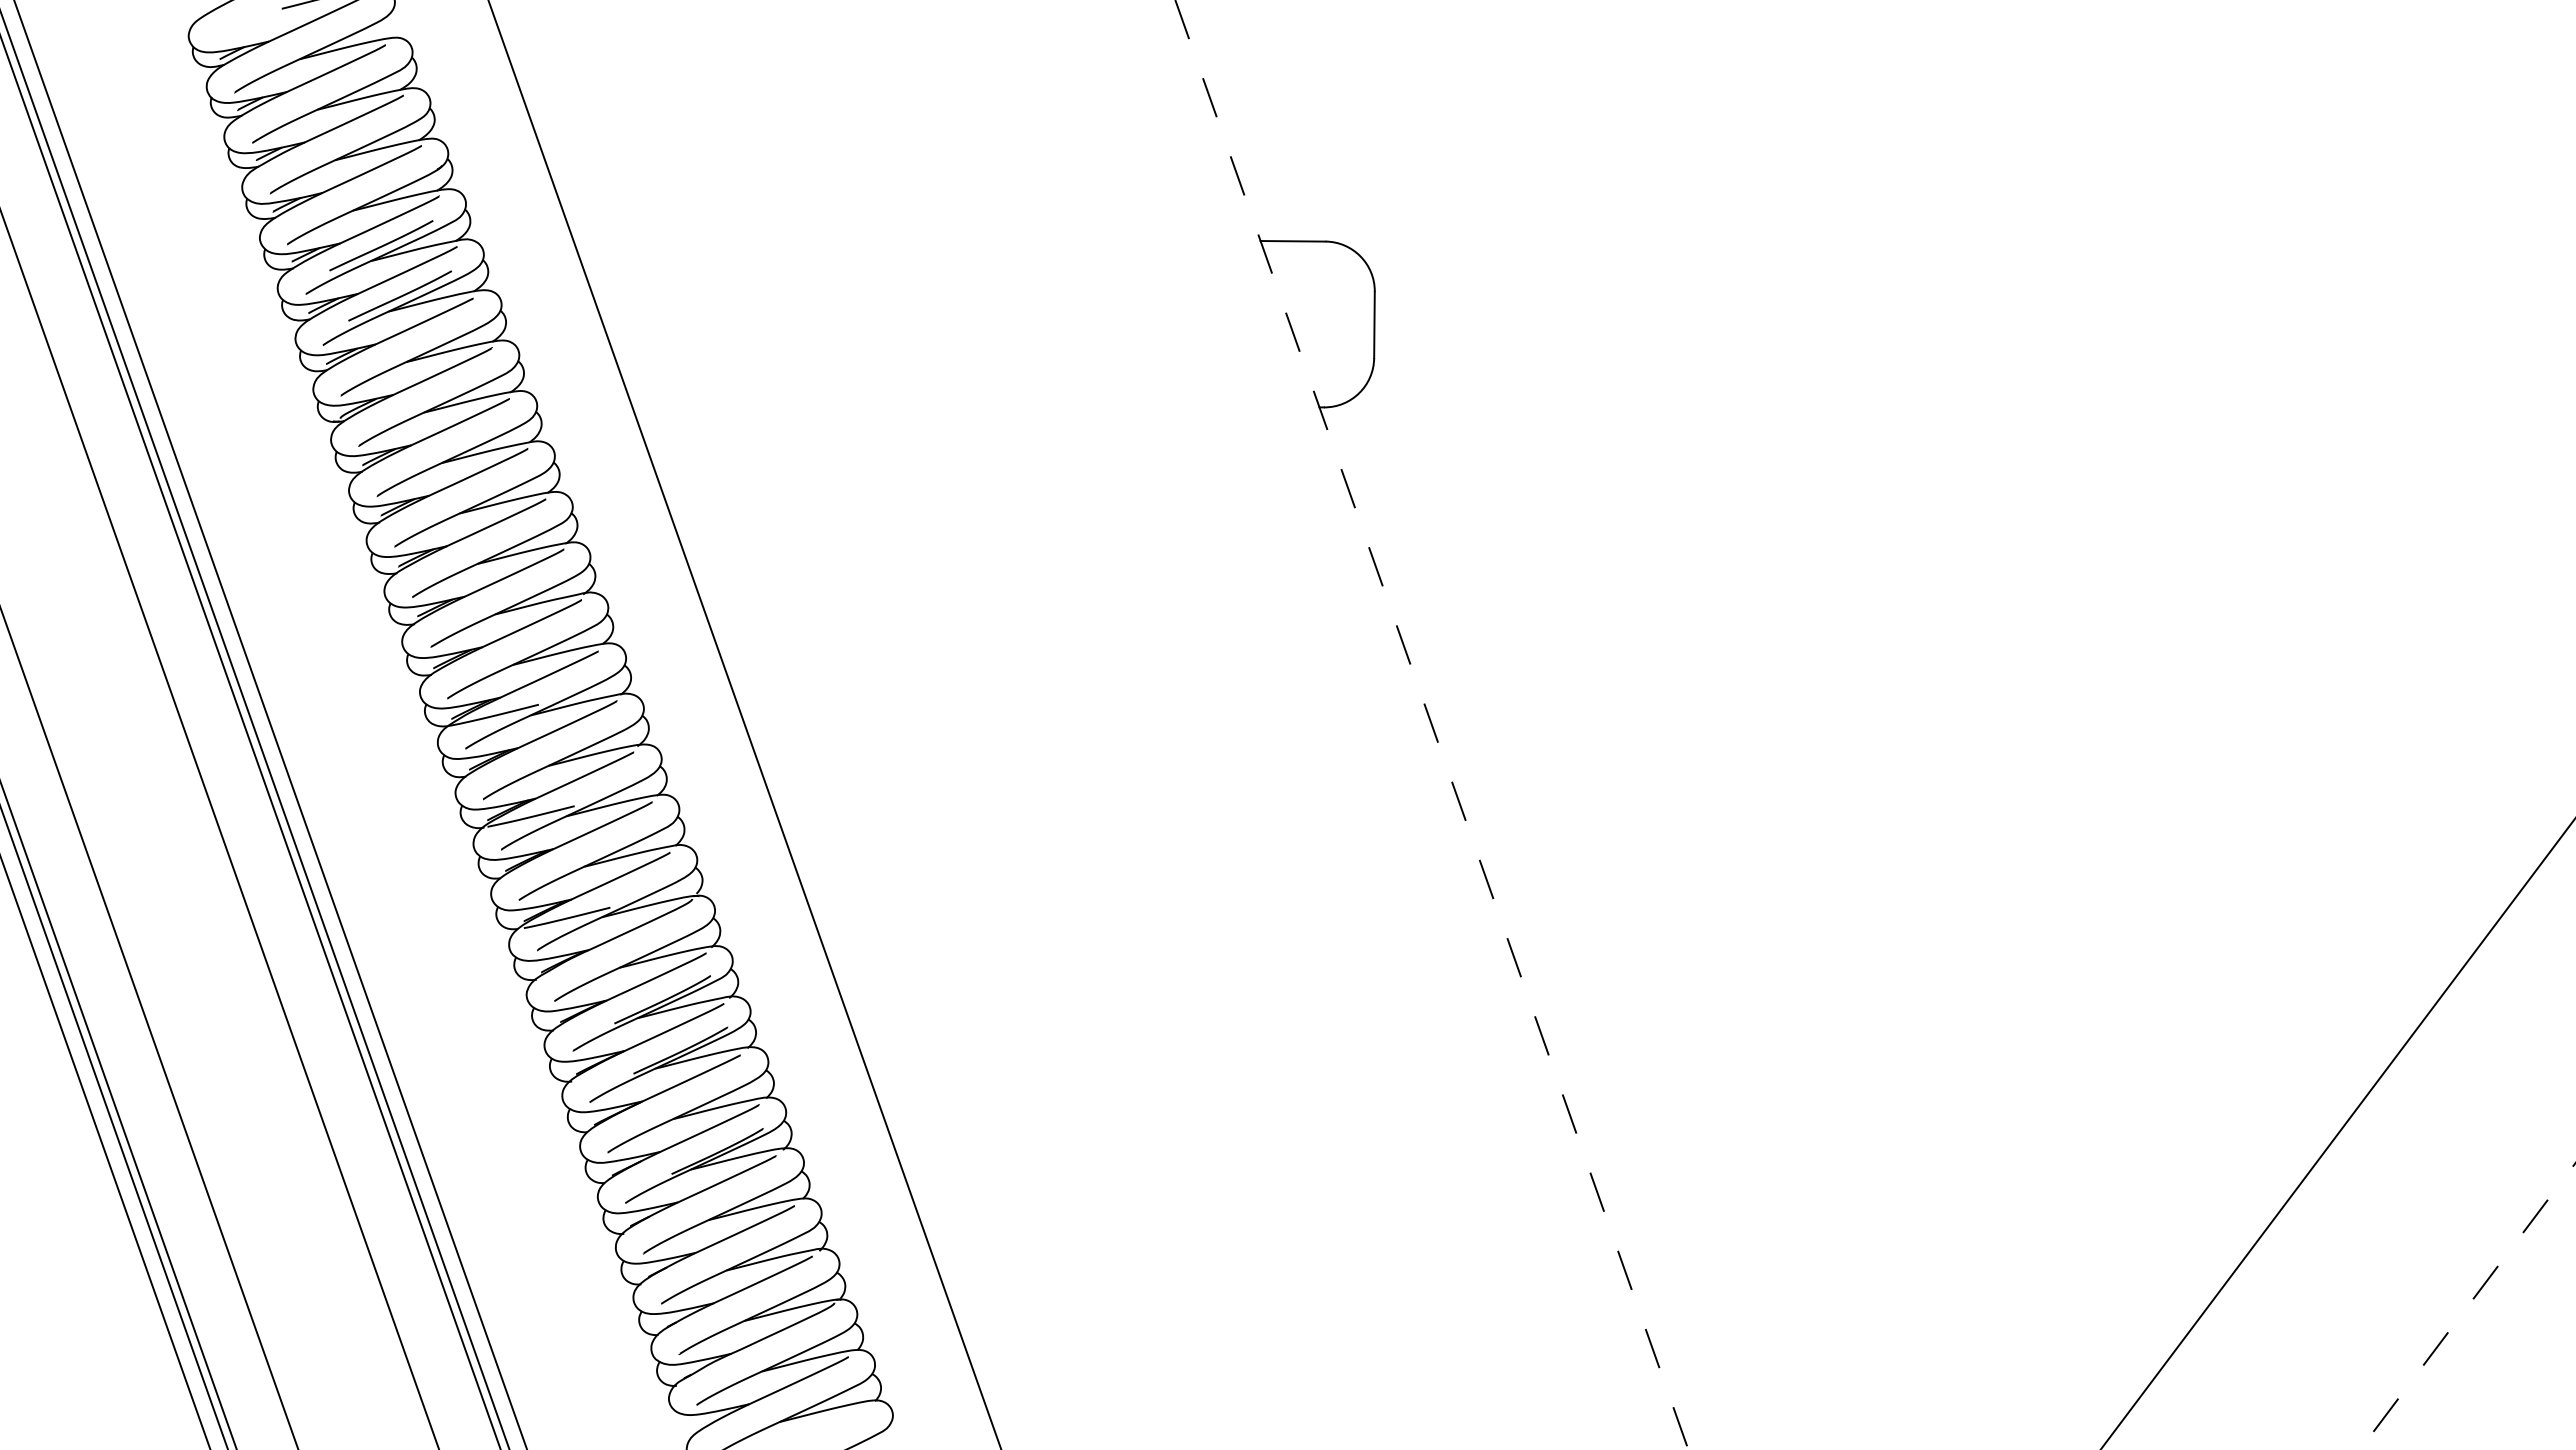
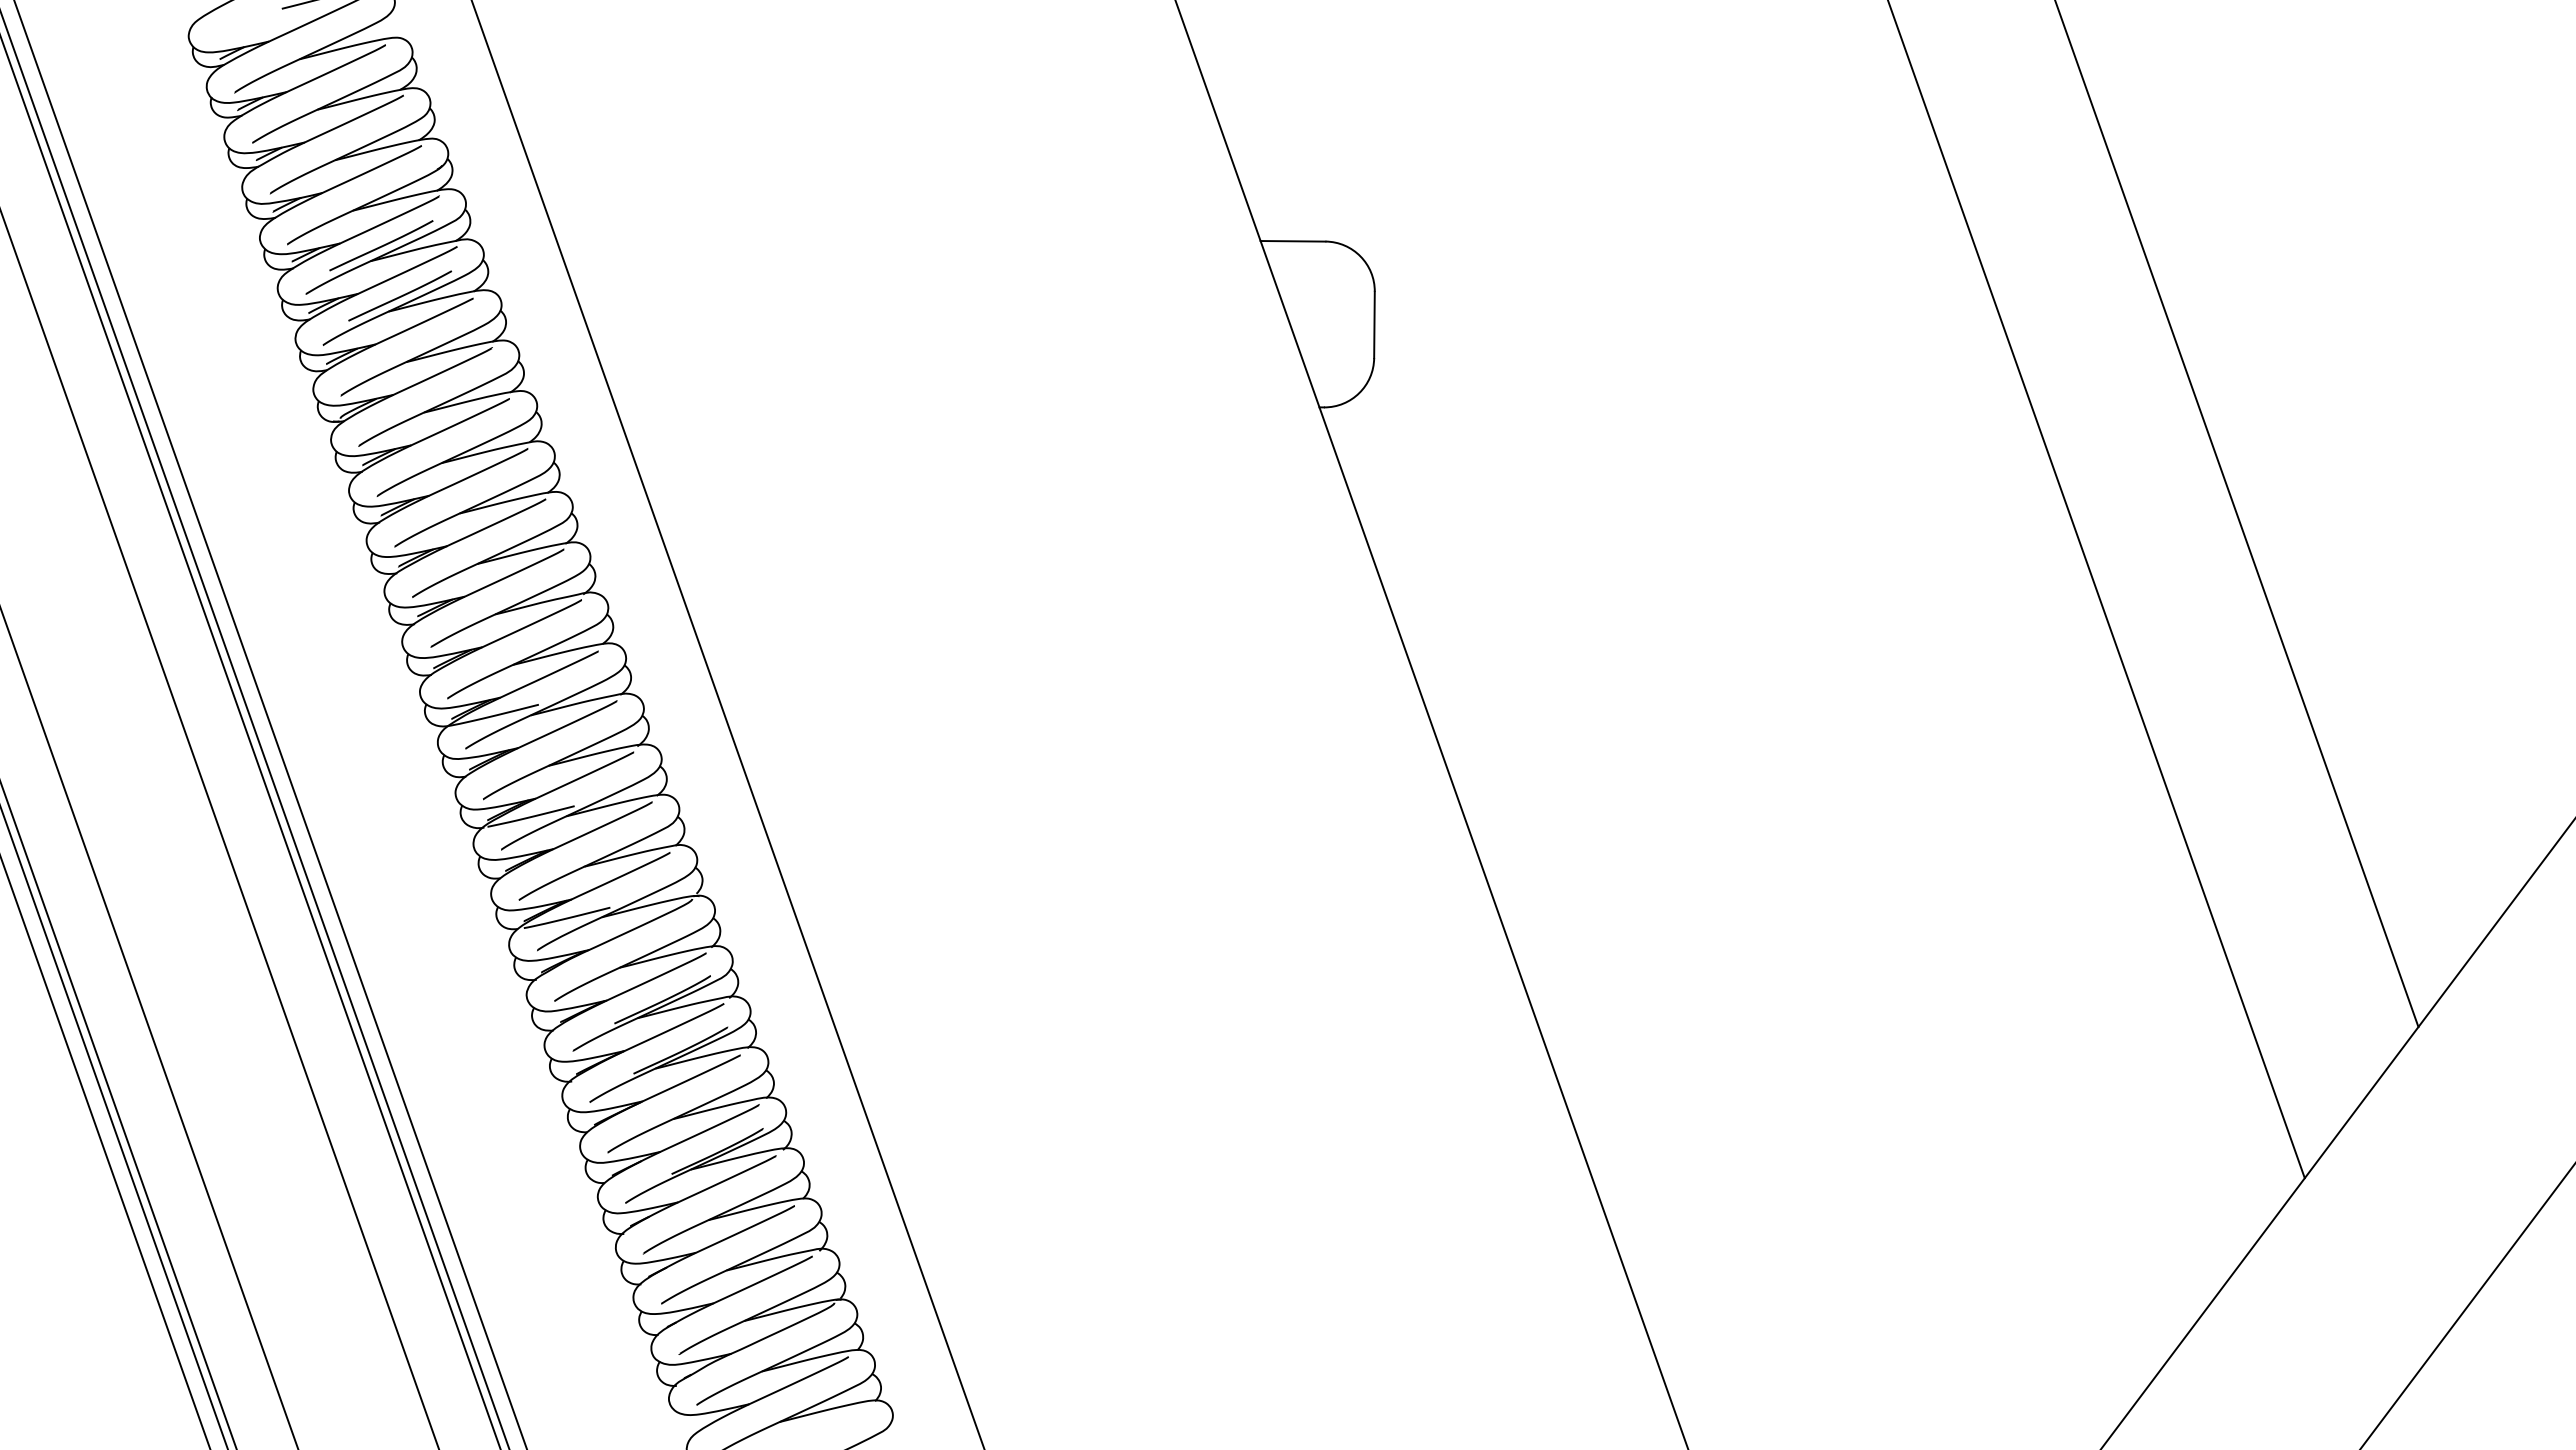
line at (2237, 514): none -> present
line at (2096, 590): none -> present
line at (744, 724) position: (744, 724) -> (727, 724)
line at (1432, 725): dashed -> solid
line at (2467, 1306): dashed -> solid
